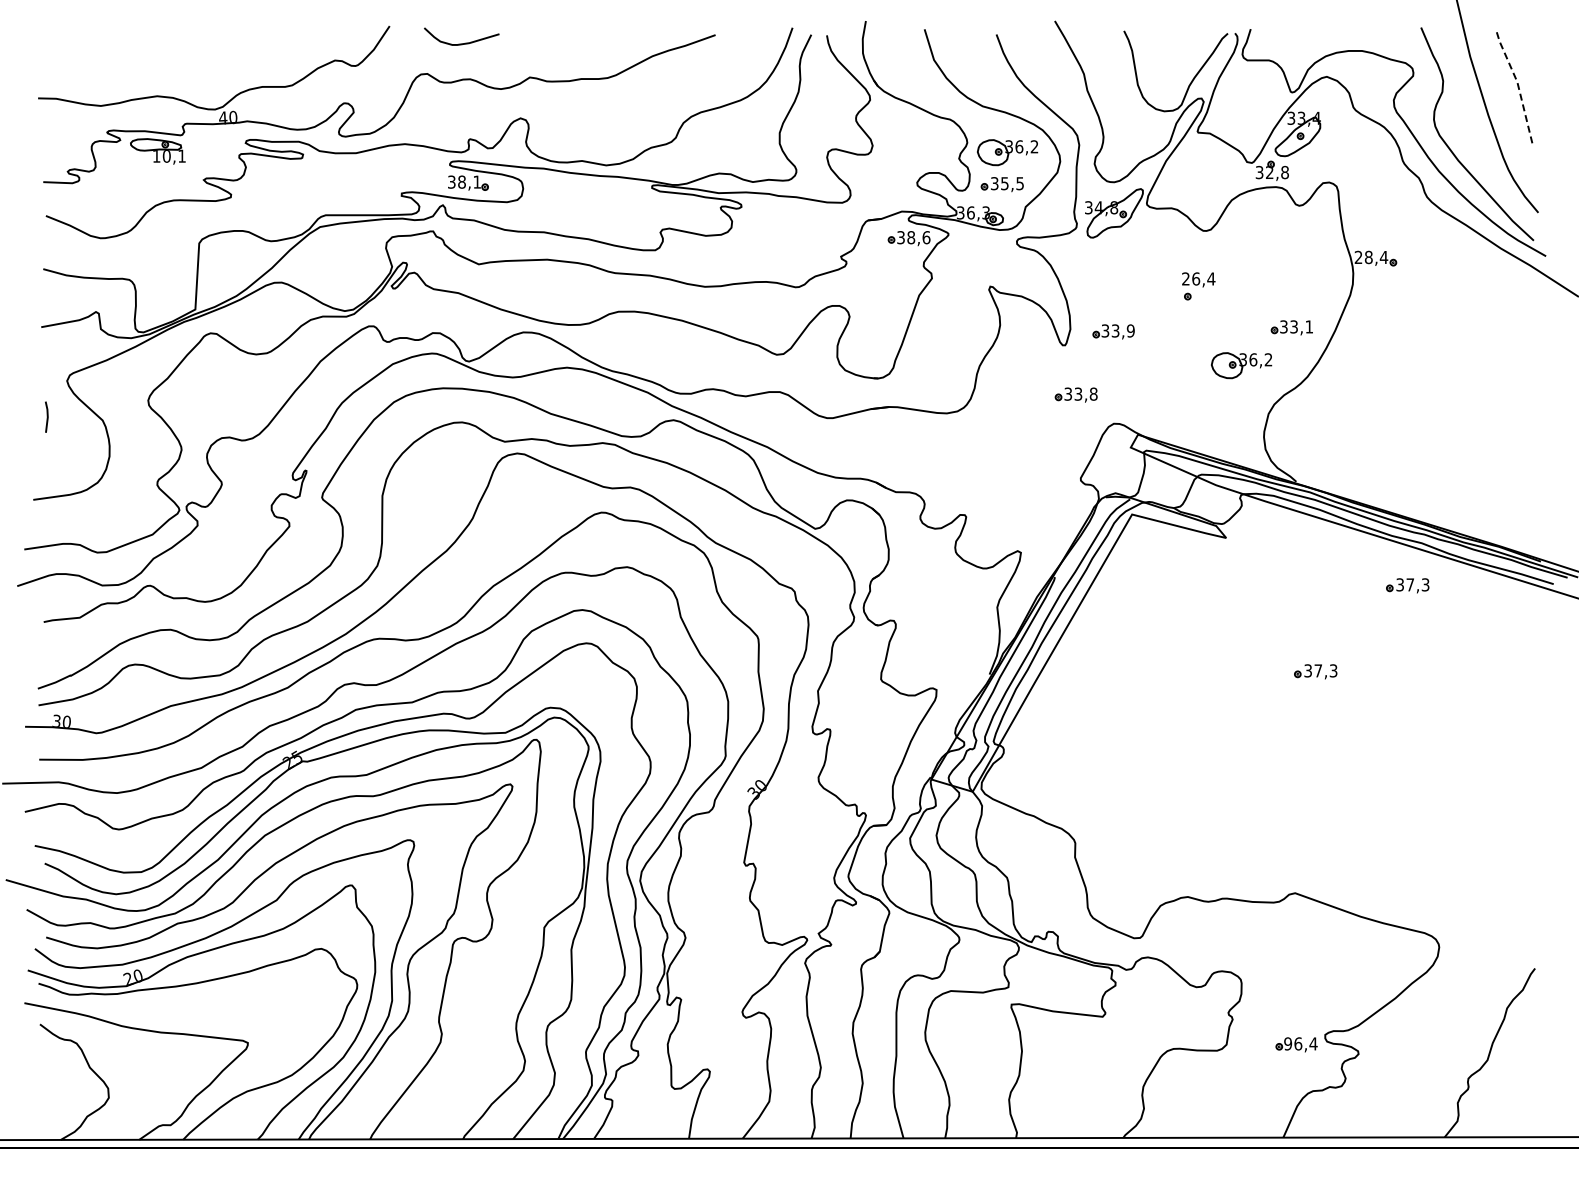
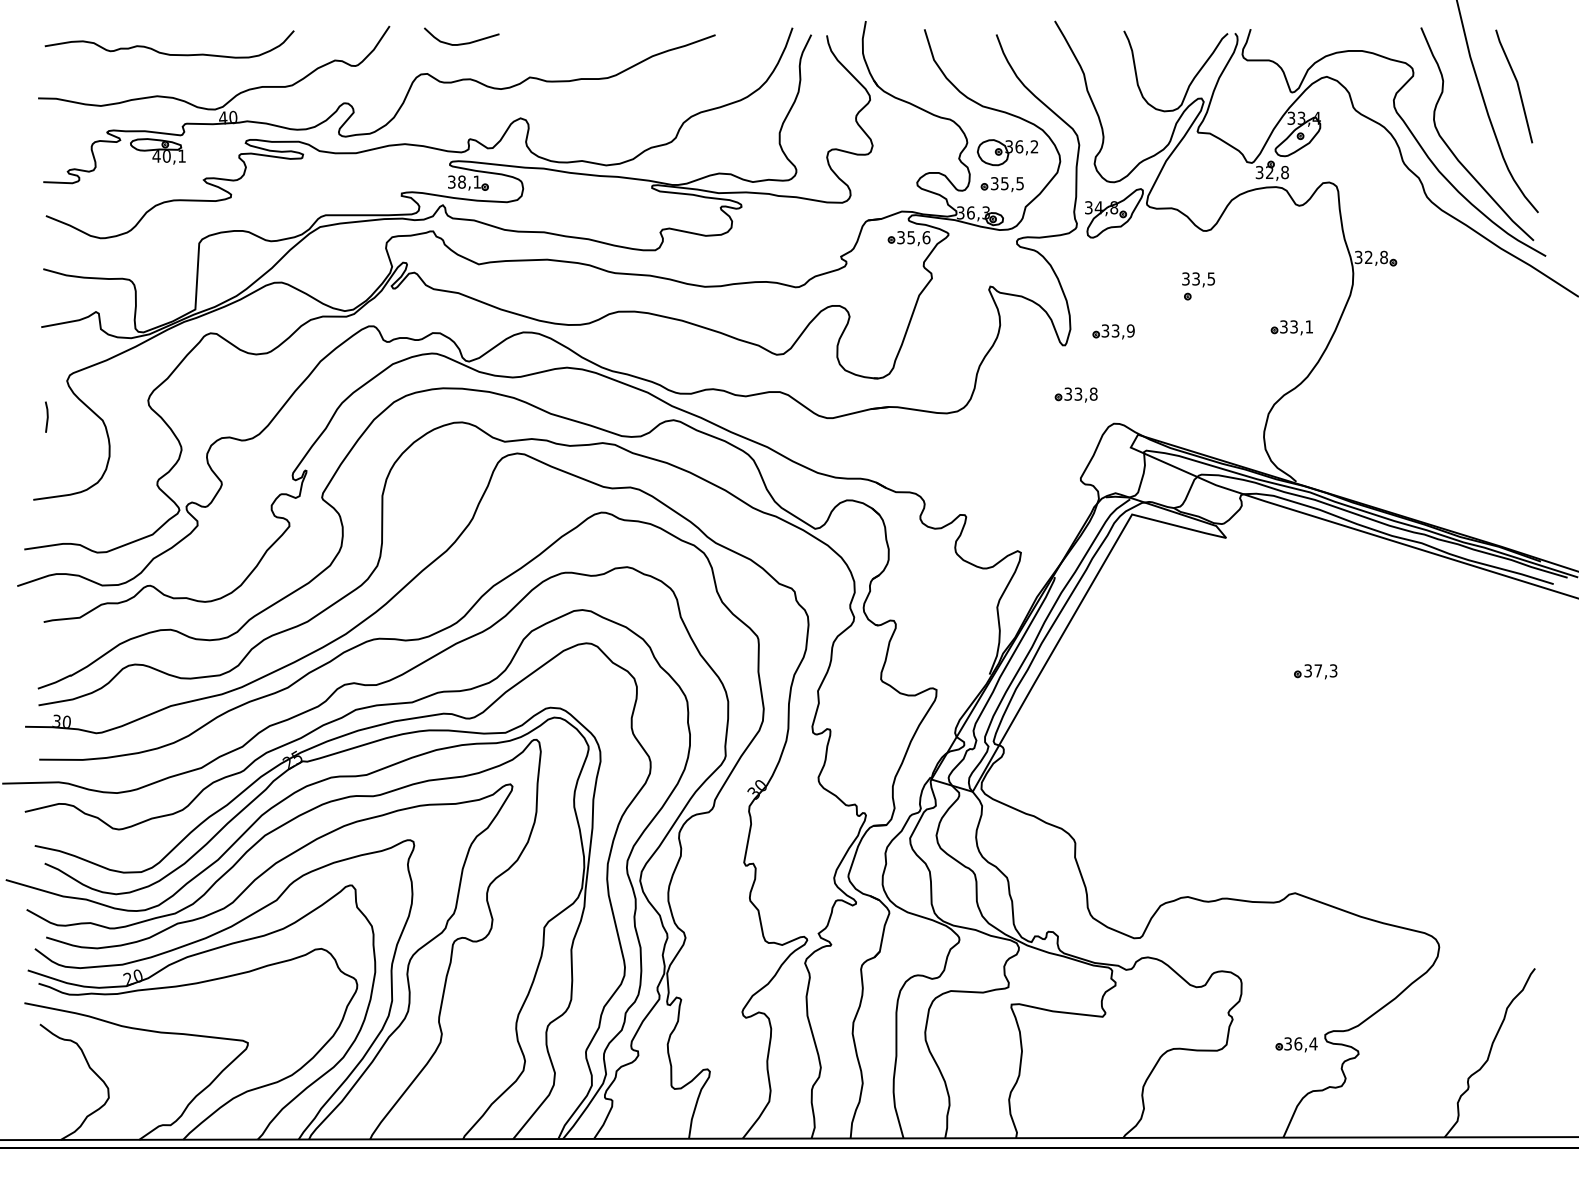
curve at (169, 53): none -> present
line at (1517, 83): dashed -> solid
text at (156, 156): 10,1 -> 40,1
text at (911, 237): 38,6 -> 35,6
text at (1371, 257): 28,4 -> 32,8
text at (1198, 278): 26,4 -> 33,5
part at (1241, 365): present -> none
part at (1407, 585): present -> none
text at (1288, 1043): 96,4 -> 36,4
